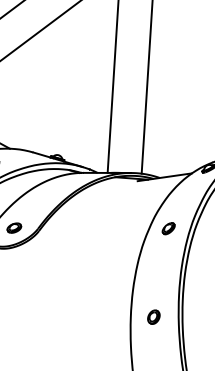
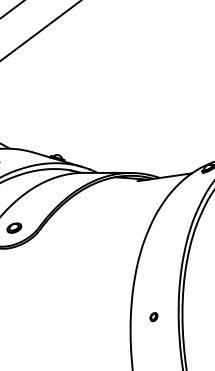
line at (112, 87): present -> none
line at (146, 87): present -> none
part at (168, 228): present -> none
part at (153, 316) size: 14x16 px -> 10x11 px
